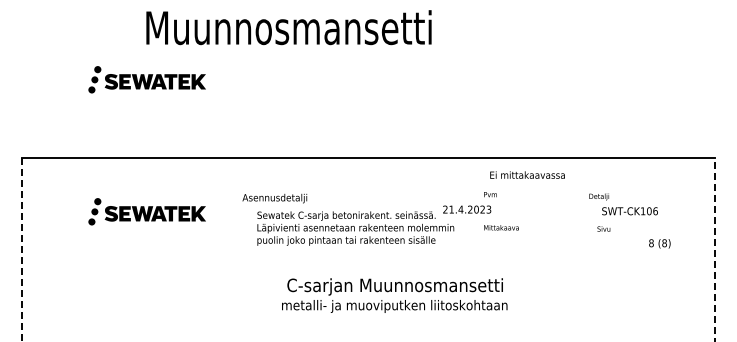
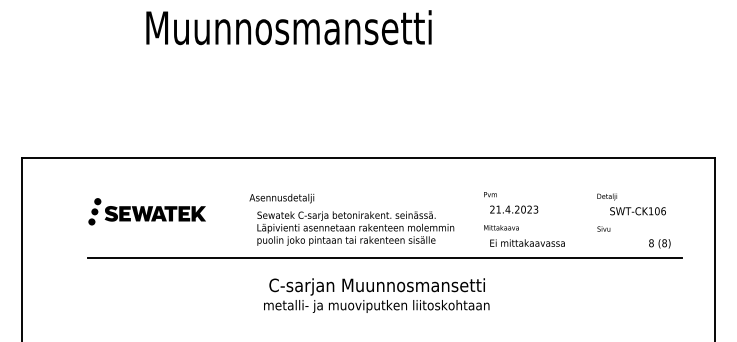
part at (146, 79): present -> none
text at (527, 174) position: (527, 174) -> (527, 242)
text at (274, 198) position: (274, 198) -> (281, 198)
text at (623, 204) position: (623, 204) -> (631, 204)
text at (467, 209) position: (467, 209) -> (514, 209)
line at (22, 249): dashed -> solid
line at (714, 249): dashed -> solid
line at (384, 258): none -> present
text at (394, 295) position: (394, 295) -> (376, 295)
